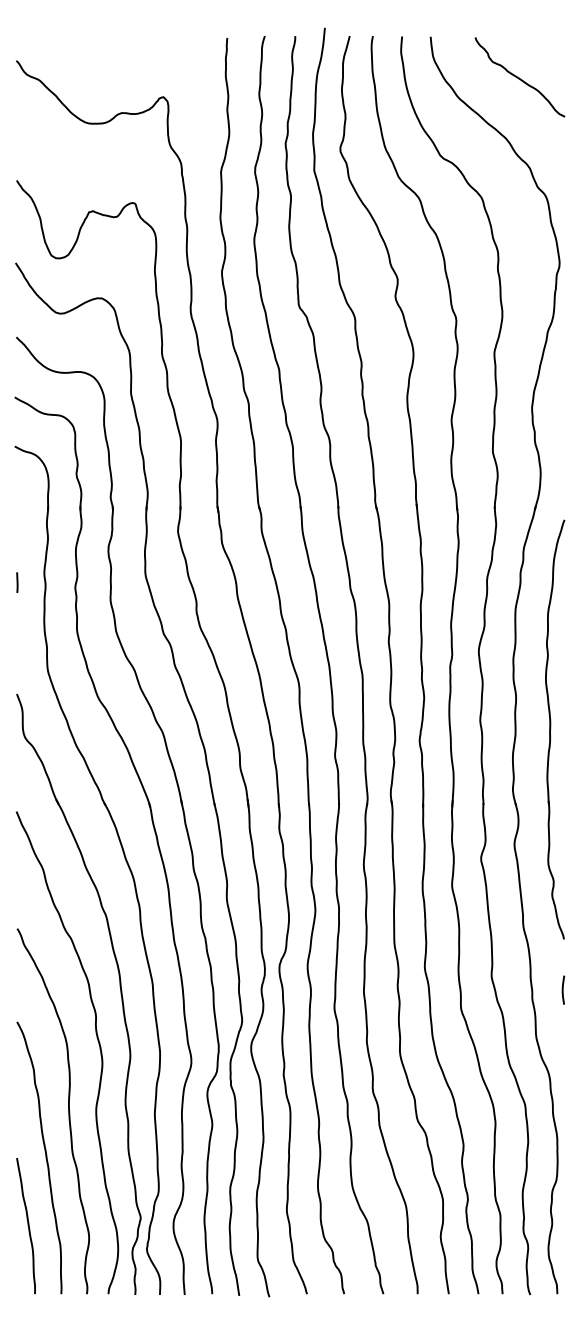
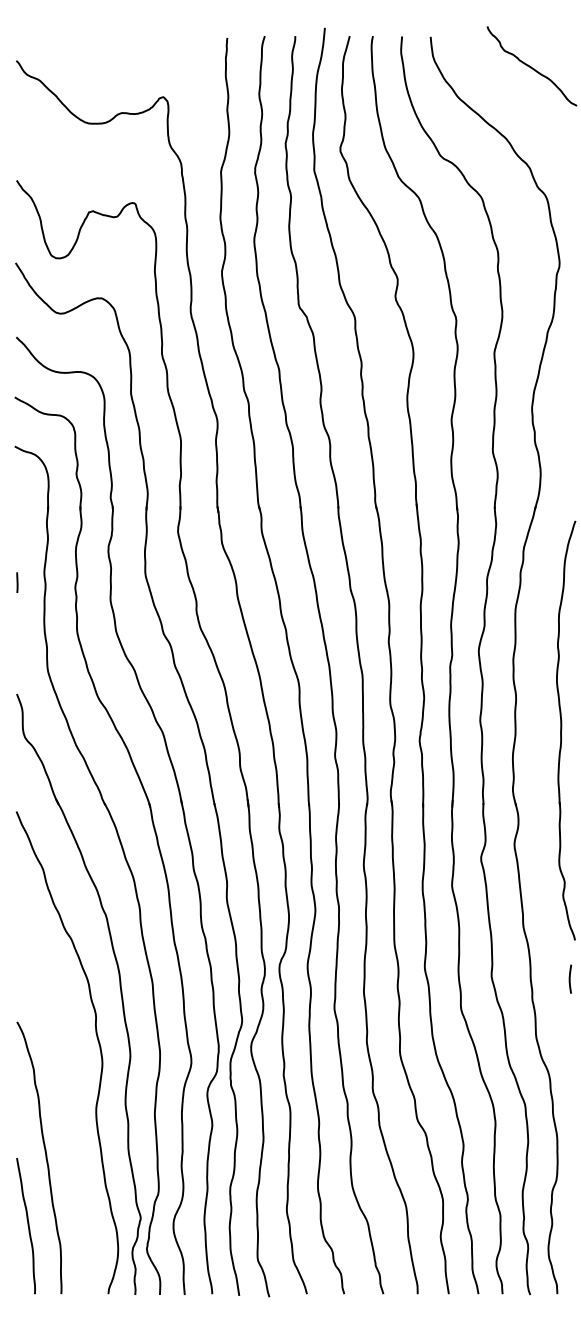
curve at (519, 77) position: (519, 77) -> (531, 66)
part at (555, 729) position: (555, 729) -> (566, 730)
curve at (563, 989) position: (563, 989) -> (570, 978)
curve at (68, 1111): present -> none
